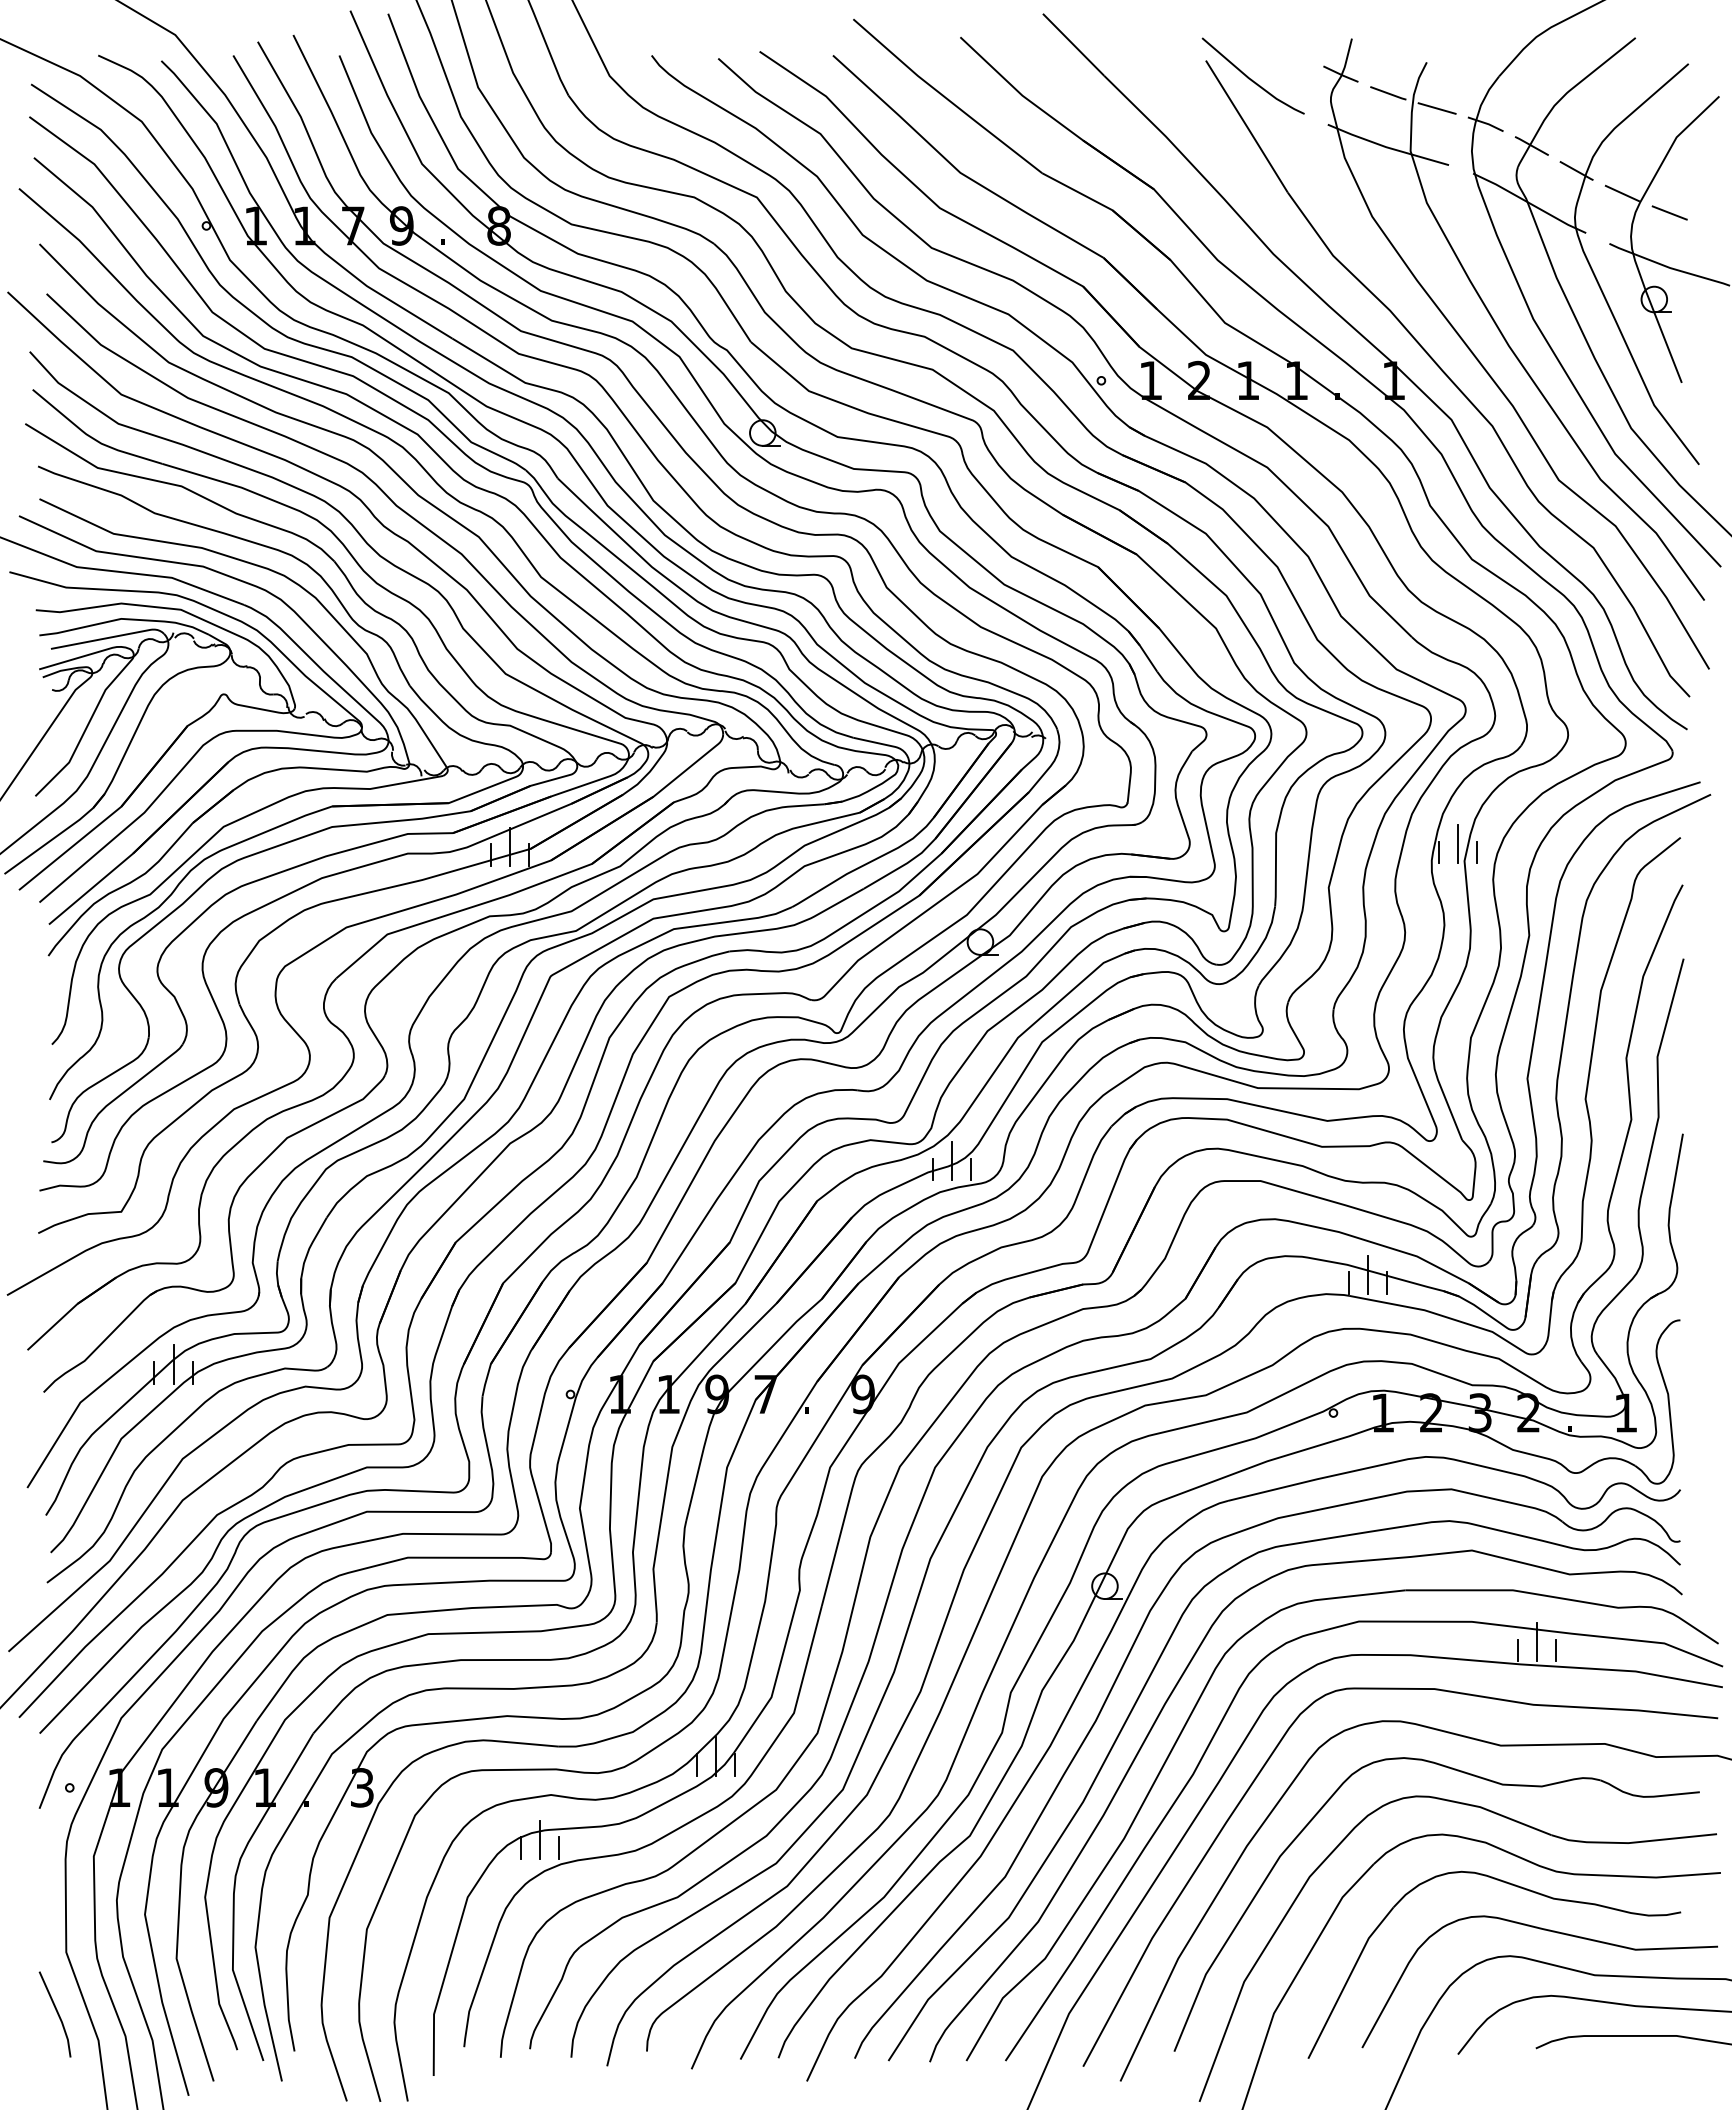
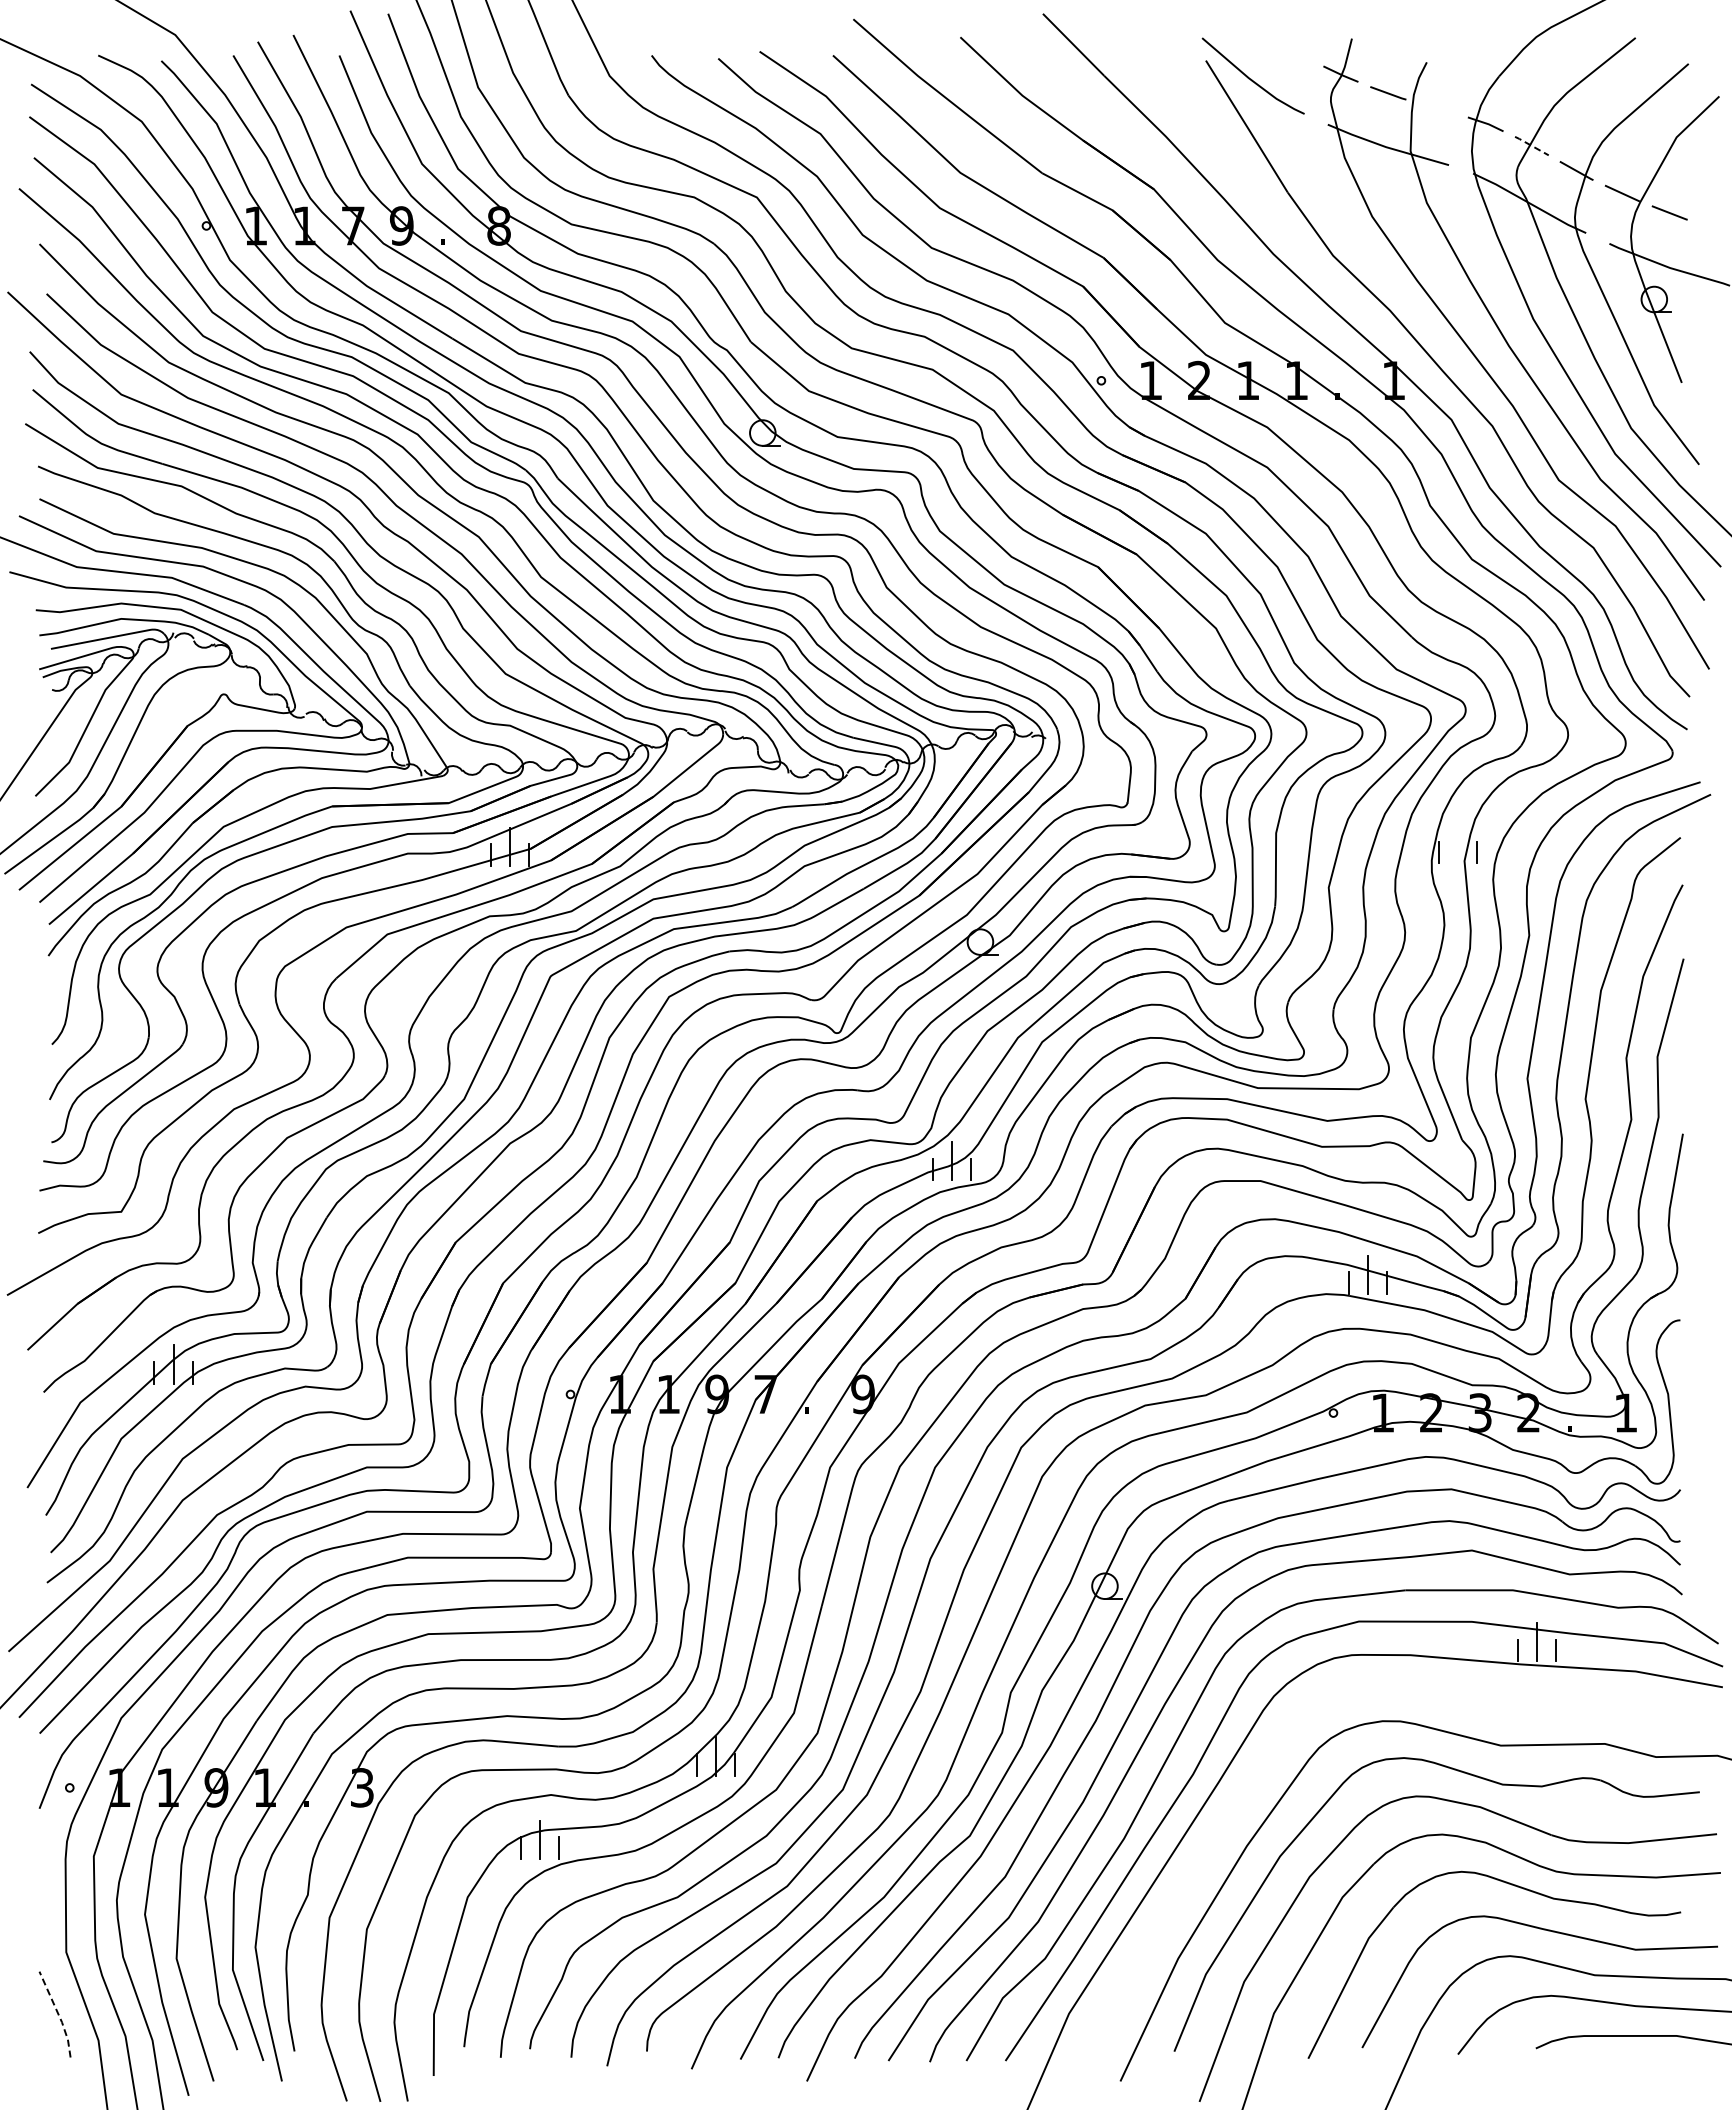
line at (1436, 108): present -> none
line at (1531, 145): solid -> dashed
line at (1457, 843): present -> none
curve at (1256, 1779): present -> none
line at (58, 2014): solid -> dashed
